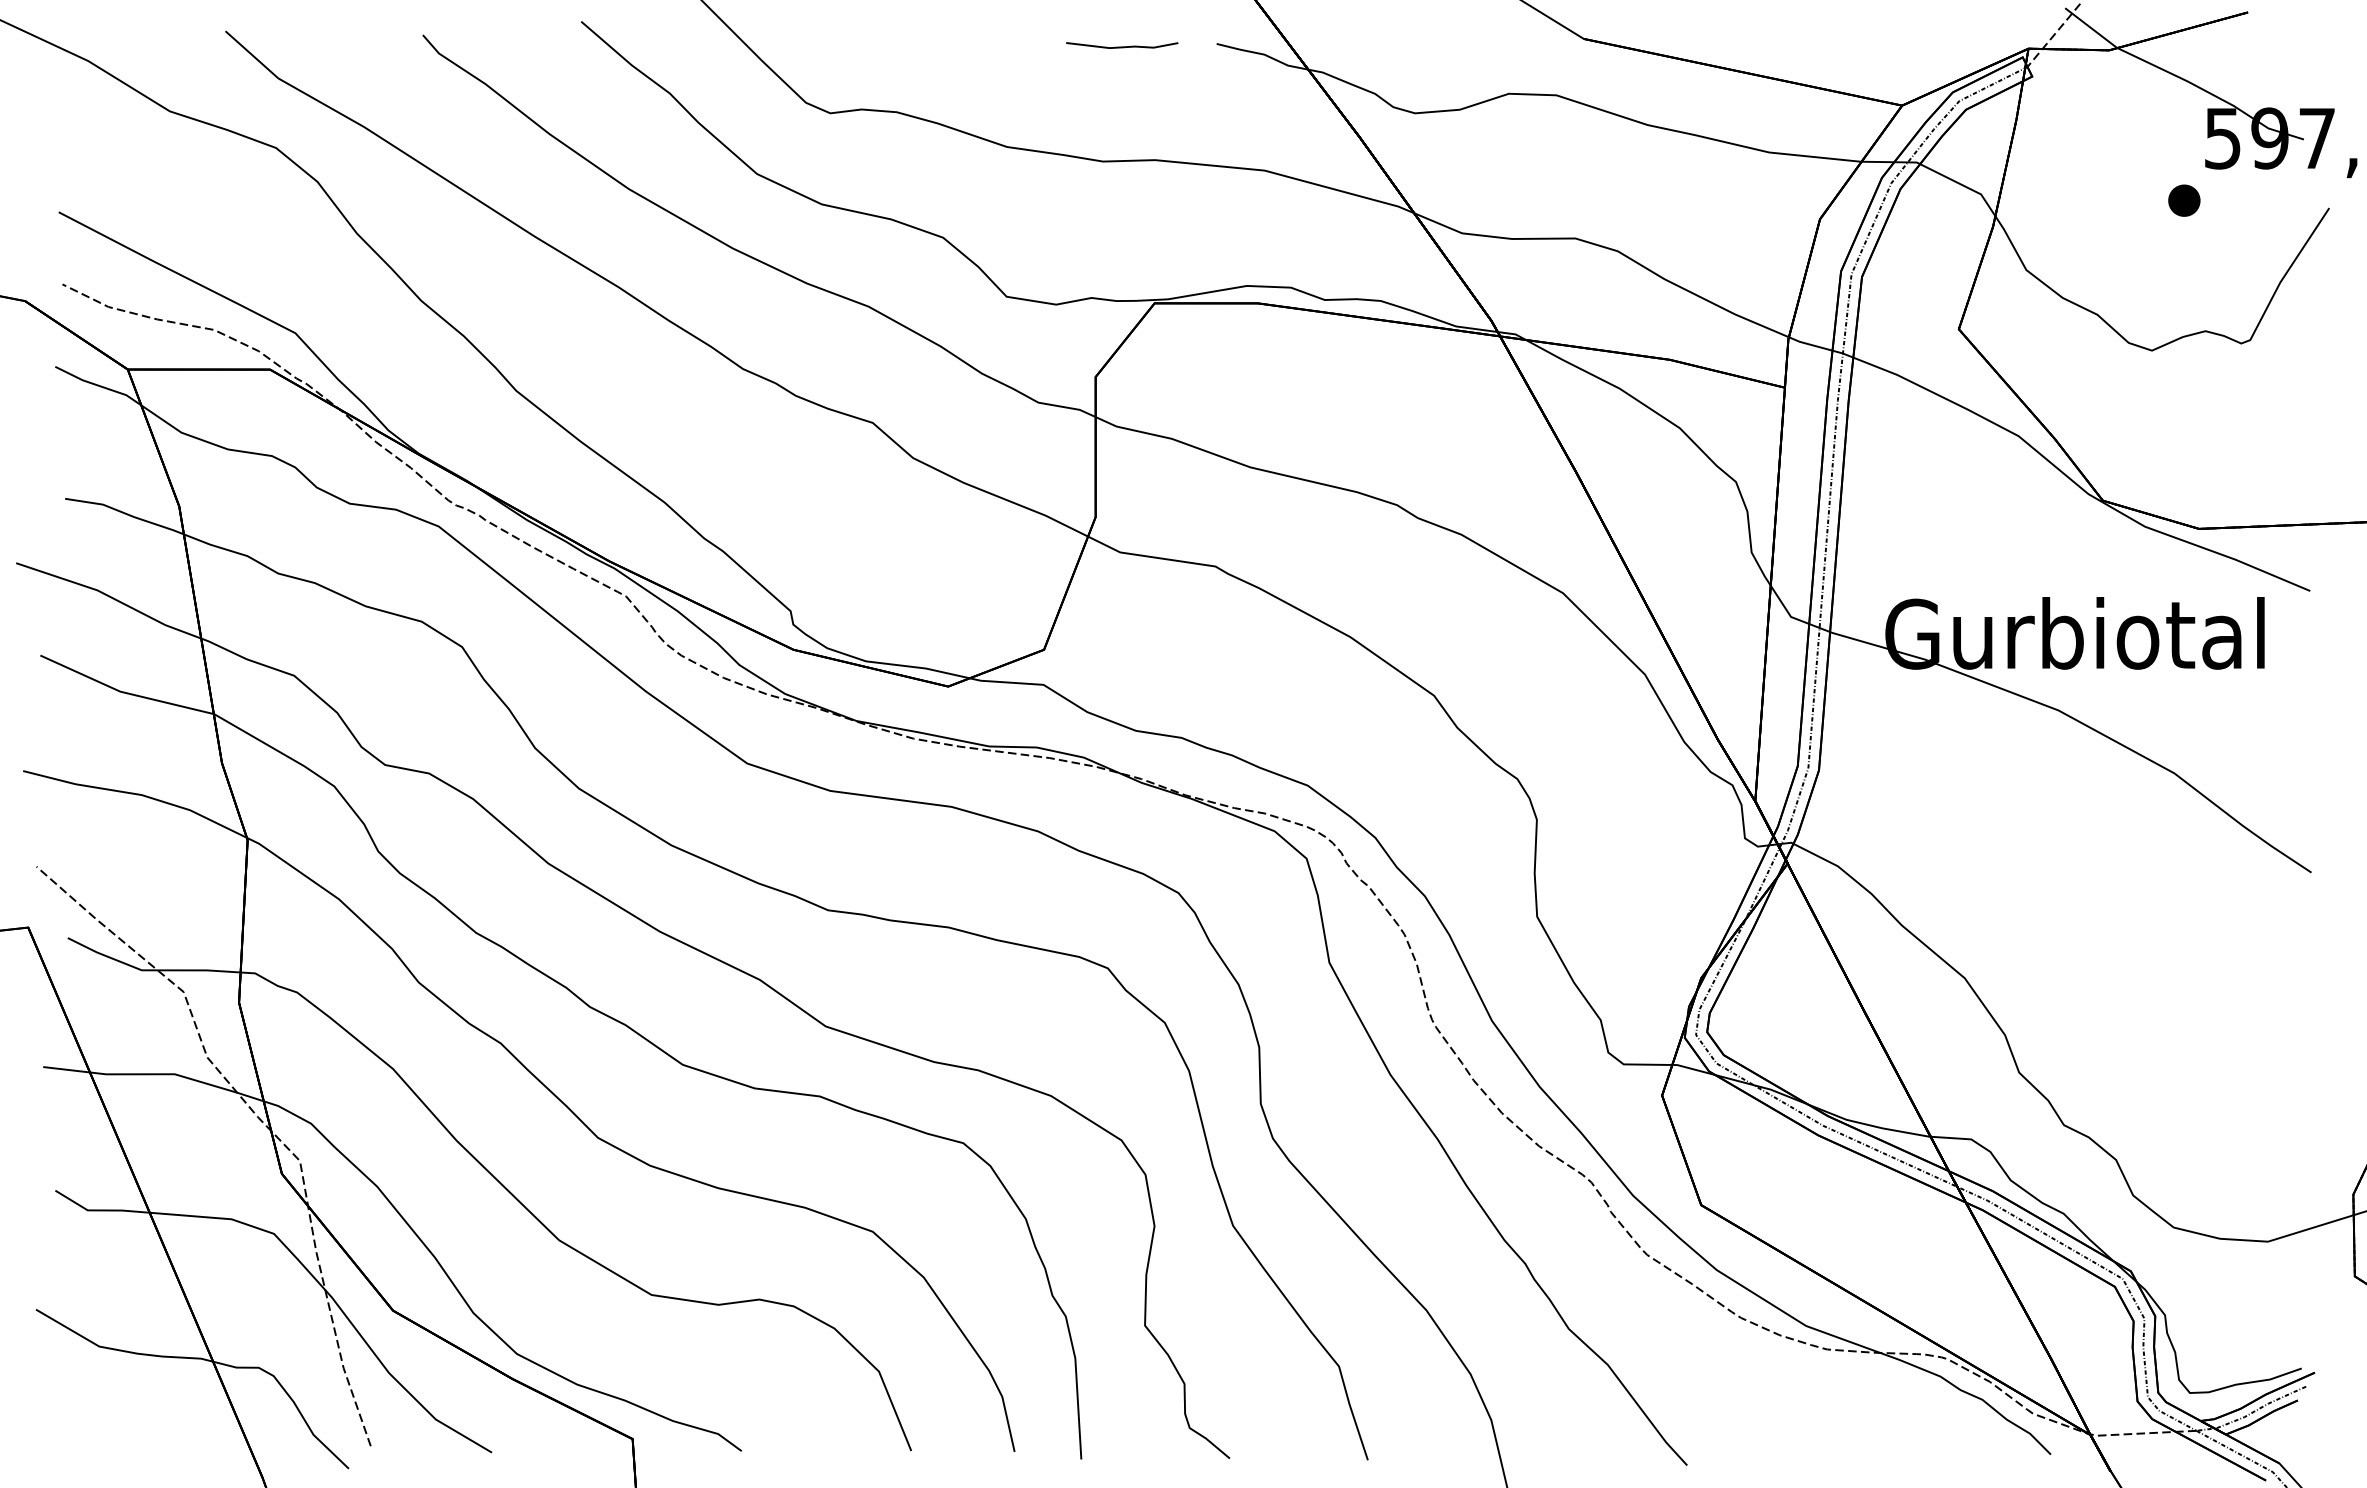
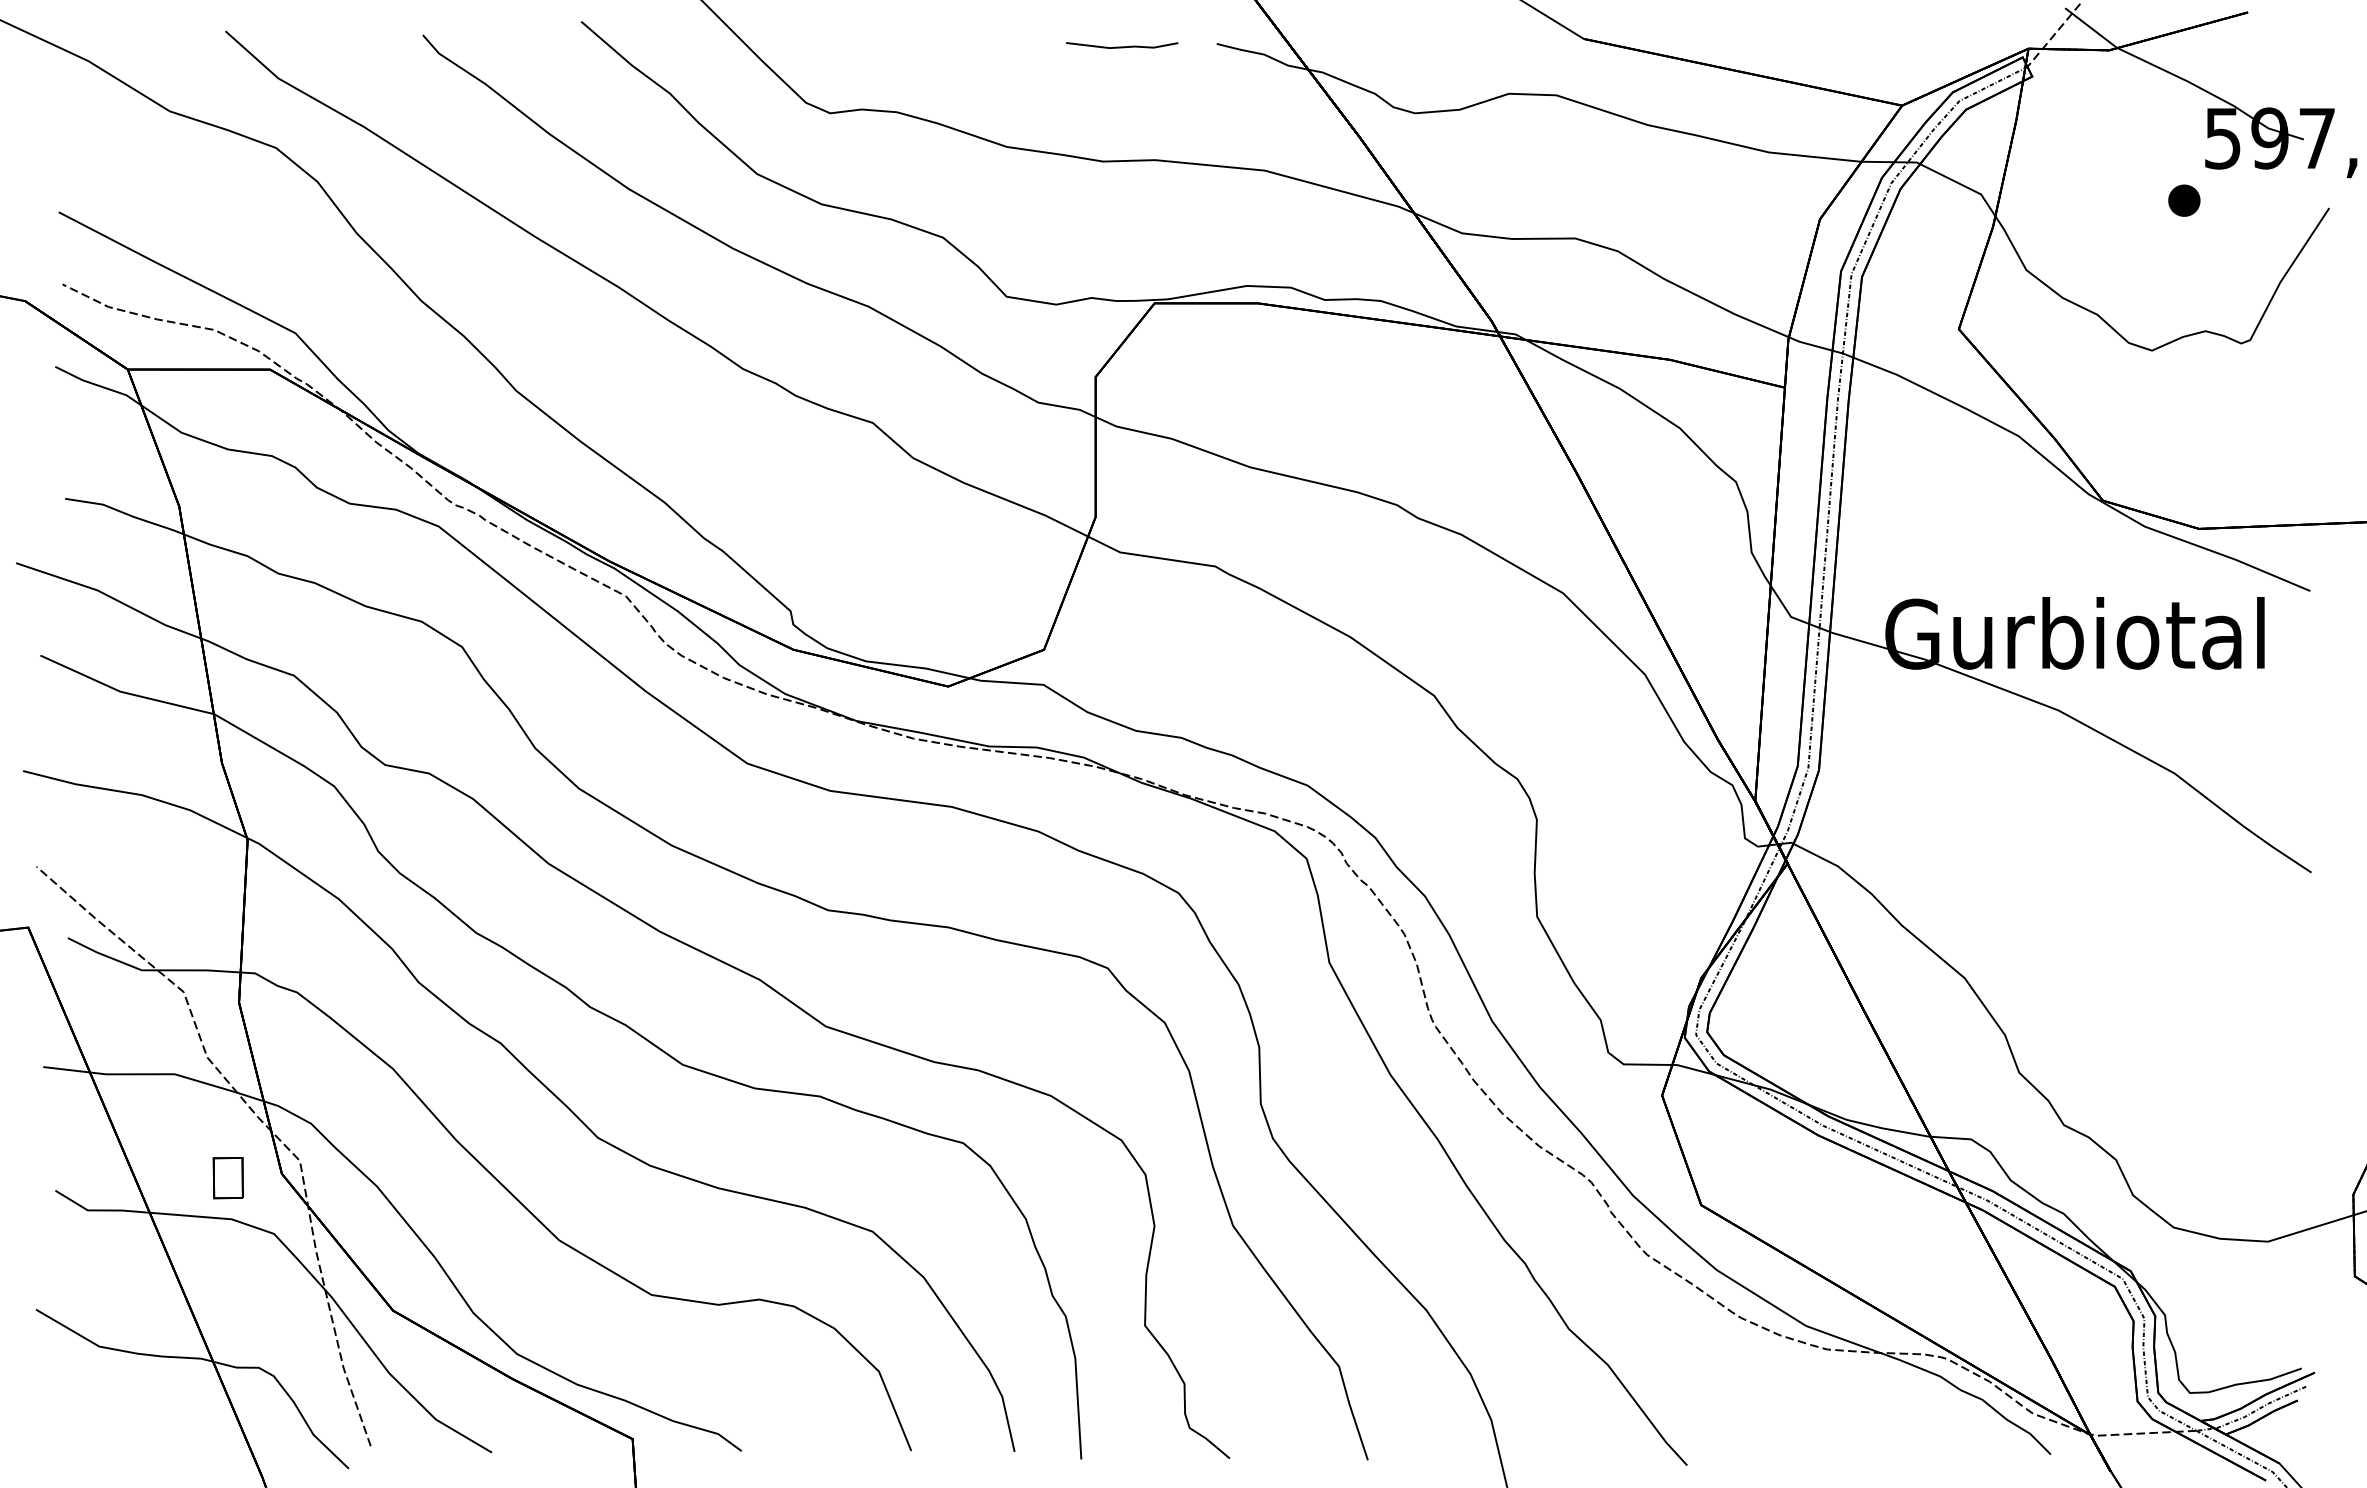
part at (227, 1178): none -> present
